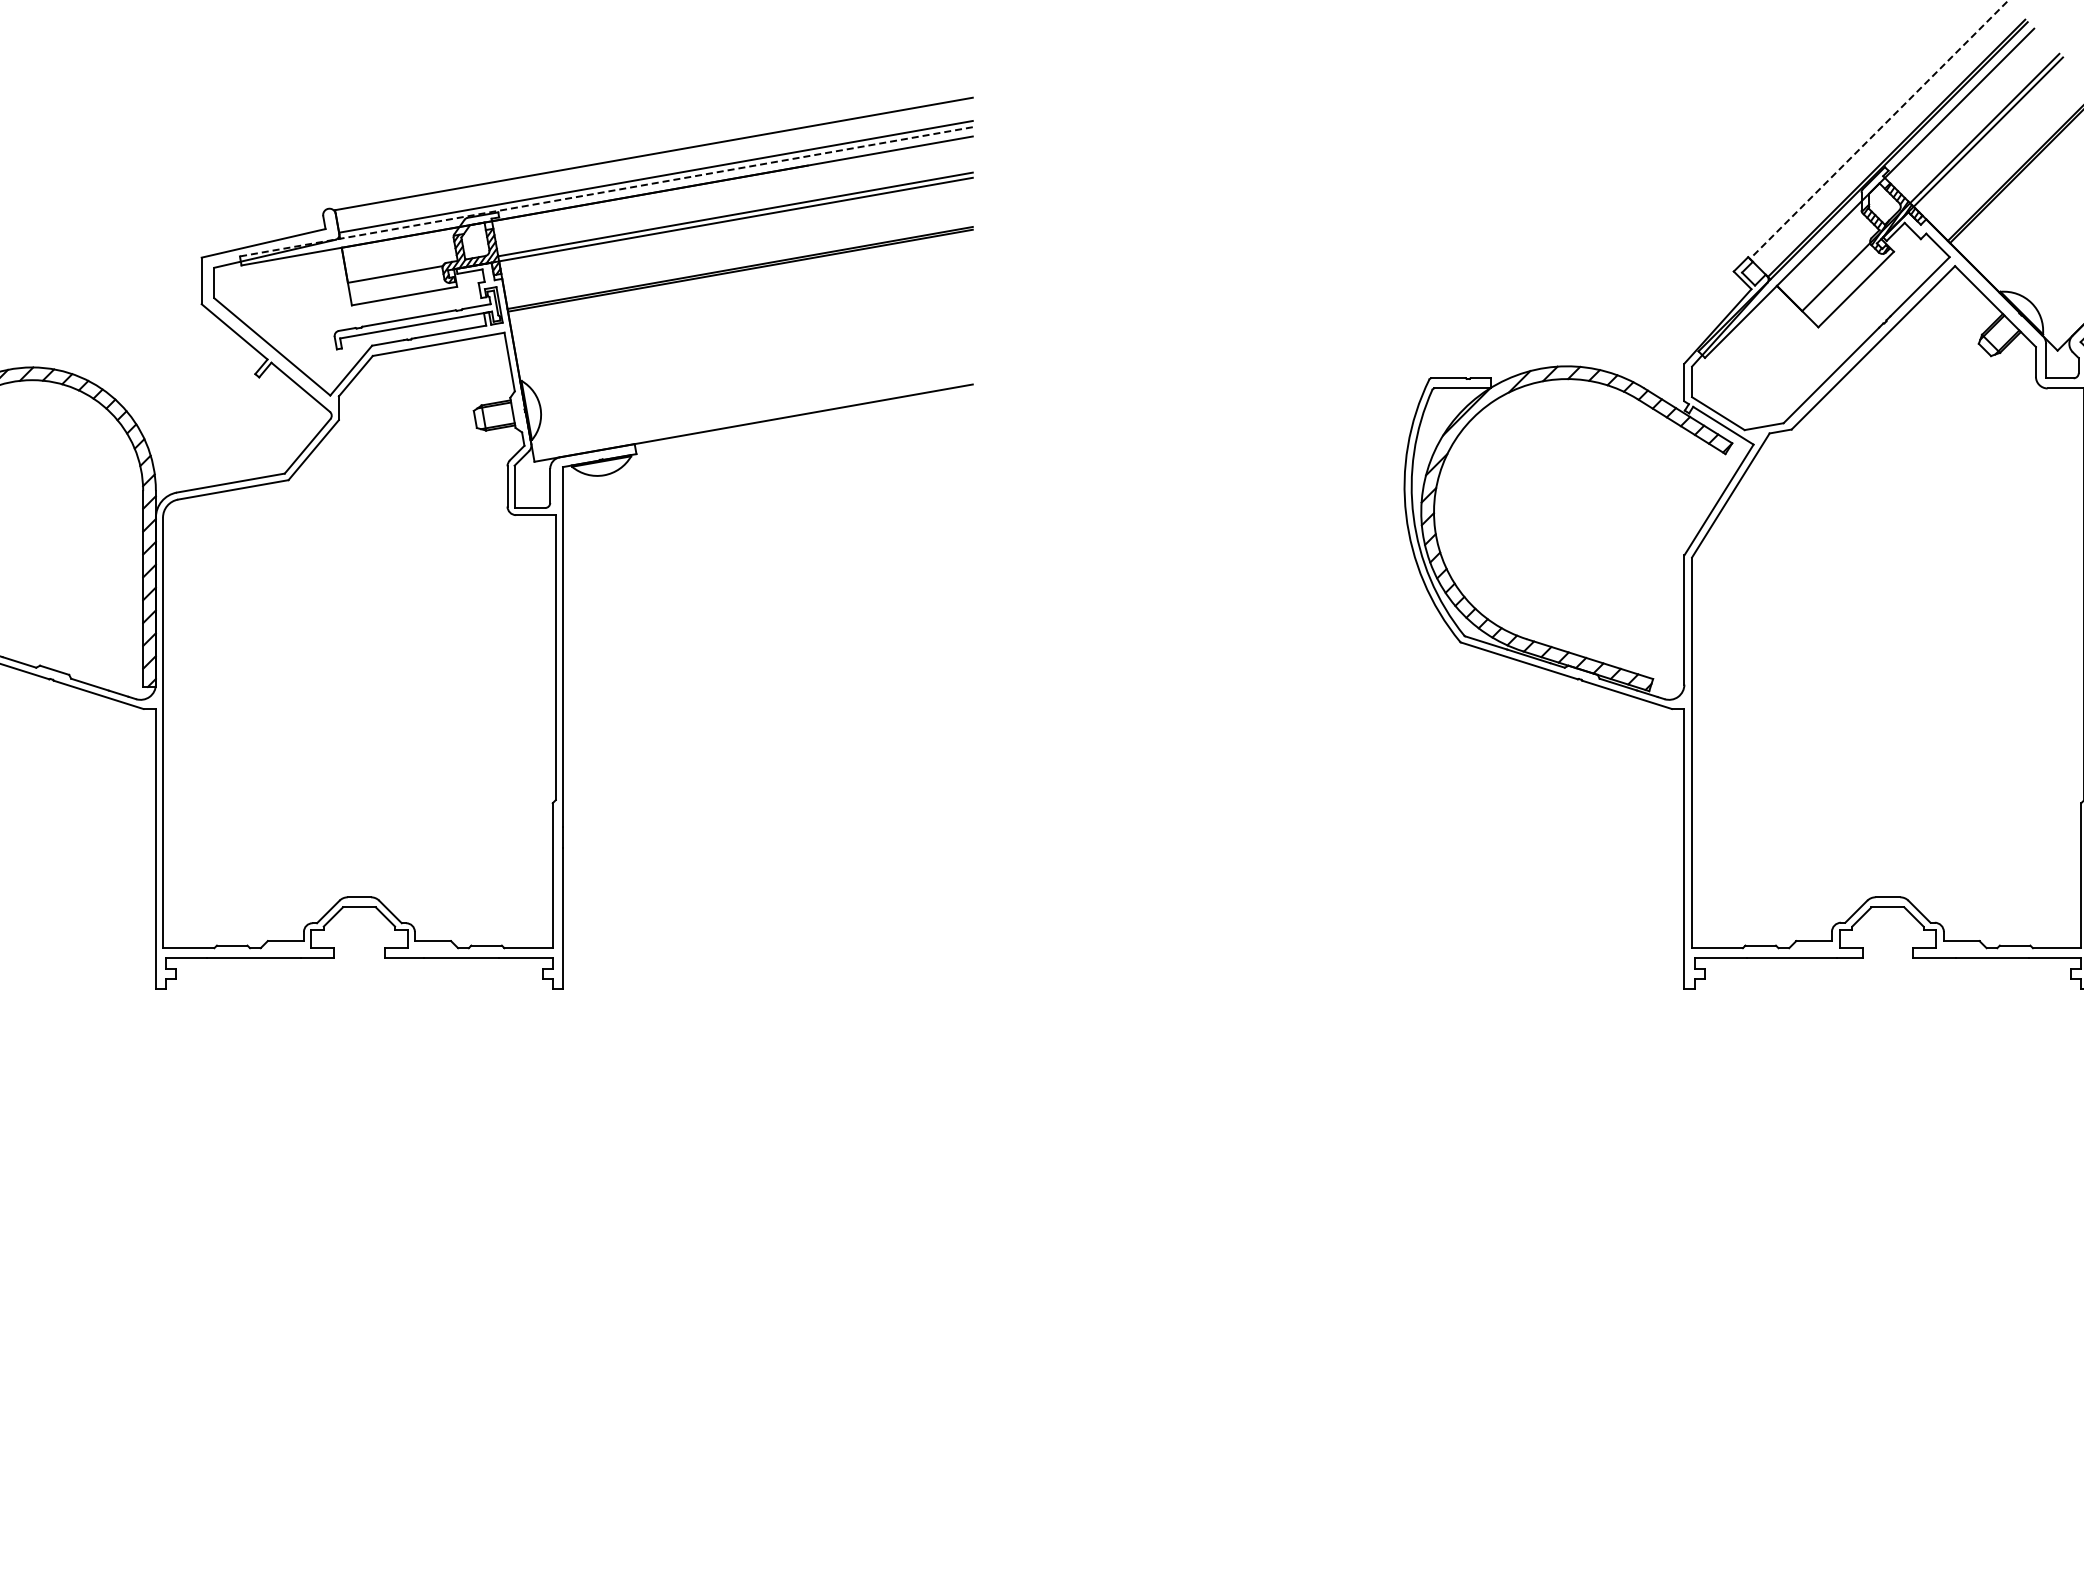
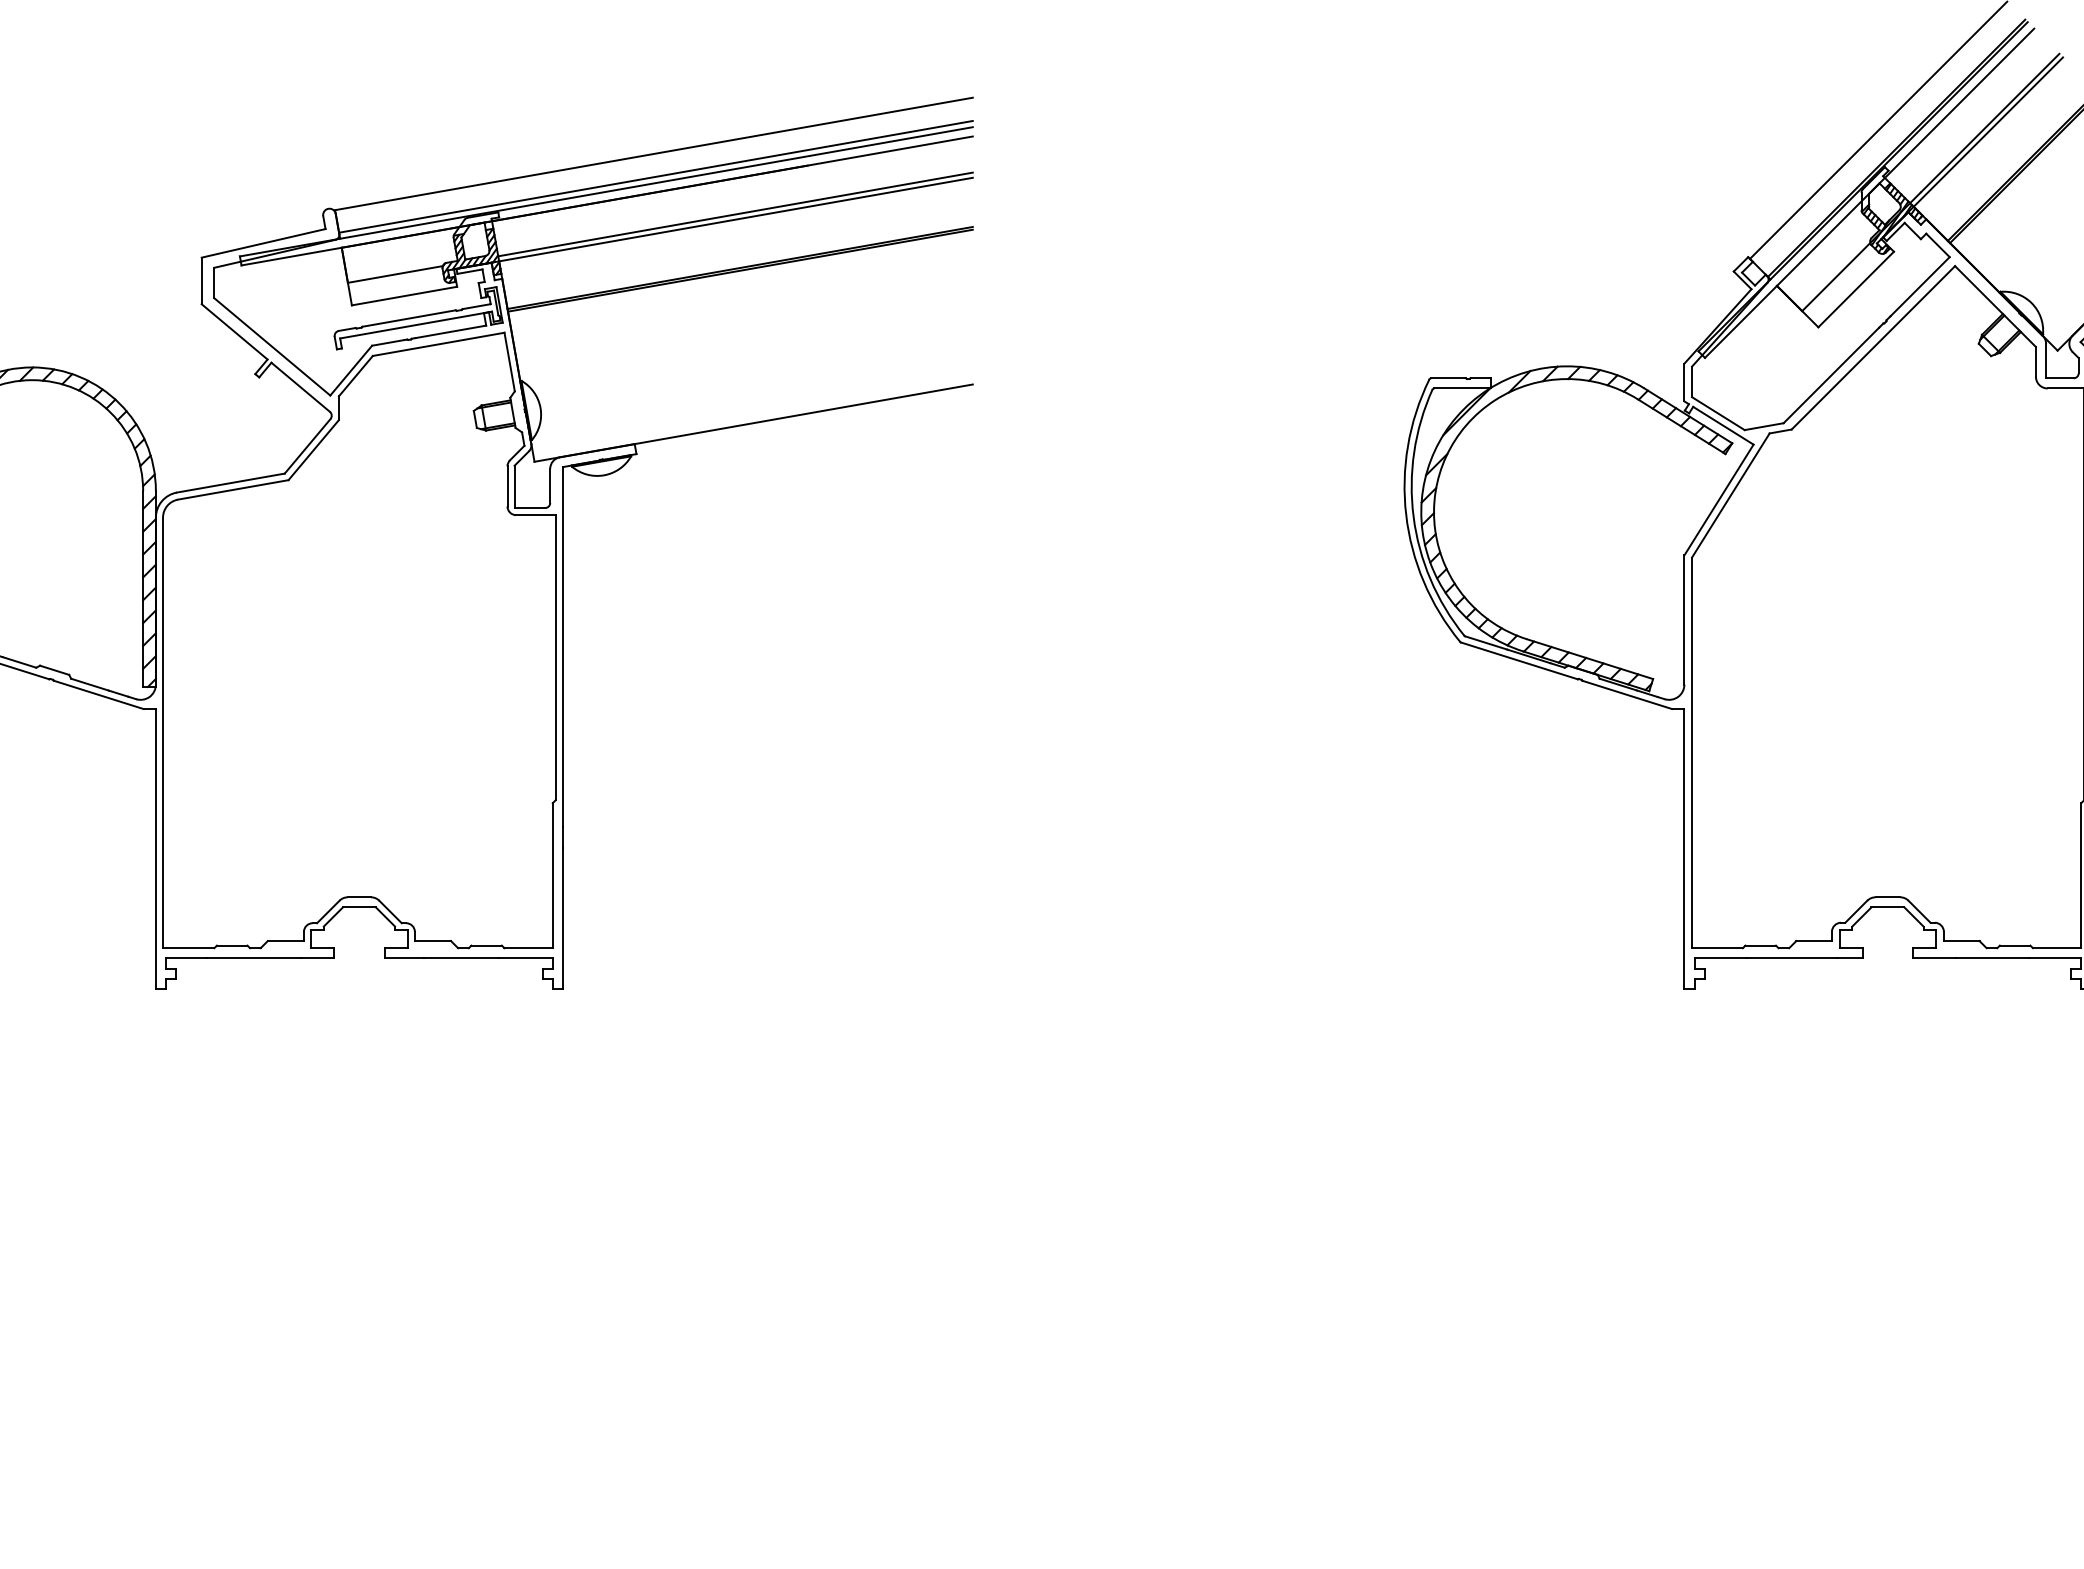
line at (1878, 130): dashed -> solid
line at (605, 191): dashed -> solid
